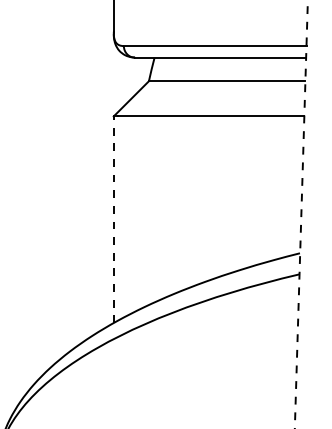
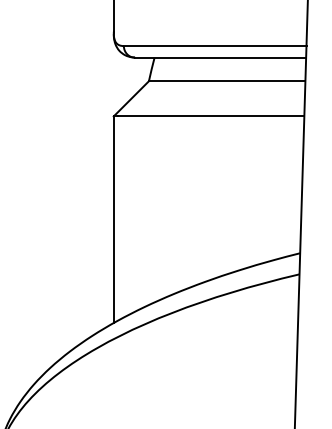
line at (301, 214): dashed -> solid
line at (113, 219): dashed -> solid
